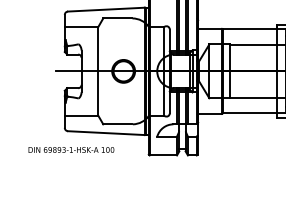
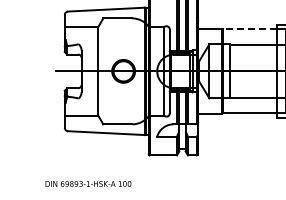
line at (249, 29): solid -> dashed
text at (71, 149) position: (71, 149) -> (88, 183)
